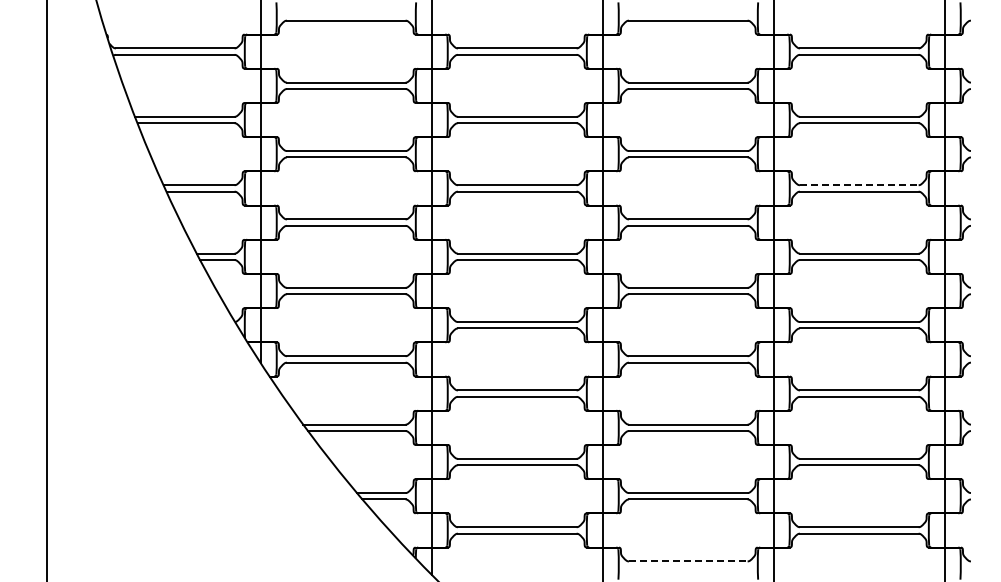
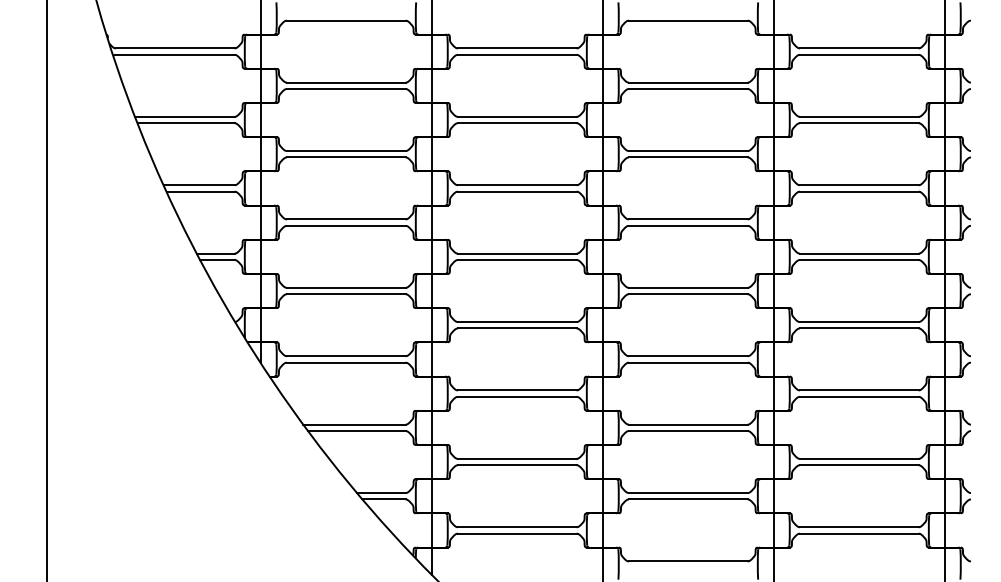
line at (859, 185): dashed -> solid
line at (688, 561): dashed -> solid
